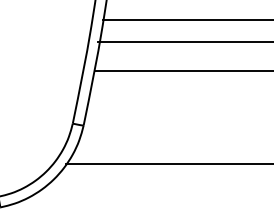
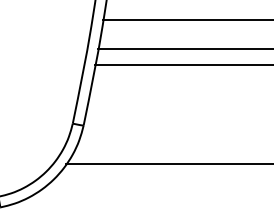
line at (184, 41) position: (184, 41) -> (184, 48)
line at (182, 71) position: (182, 71) -> (182, 65)
